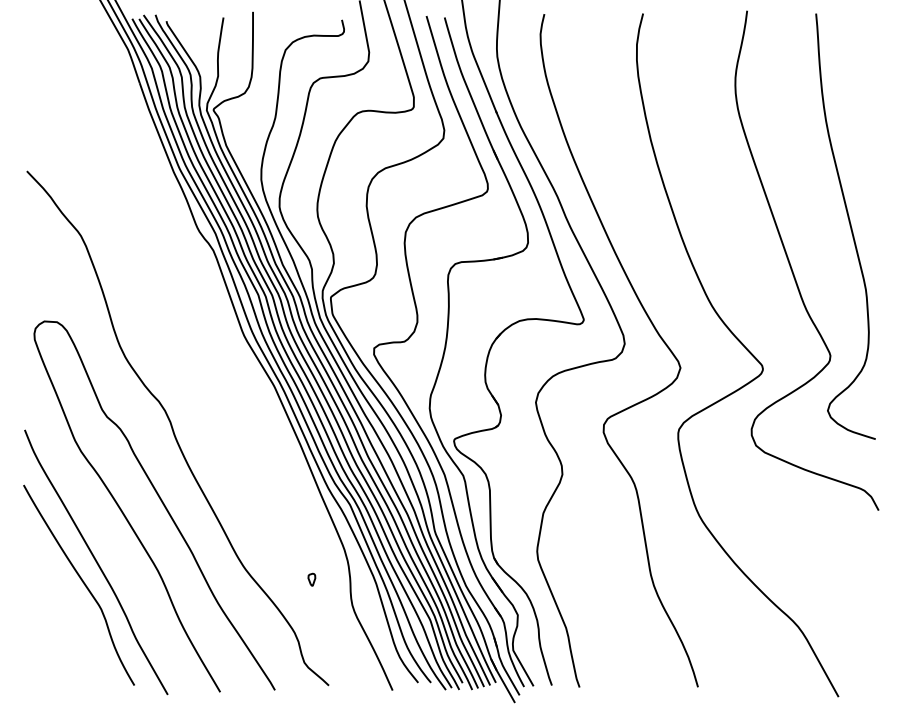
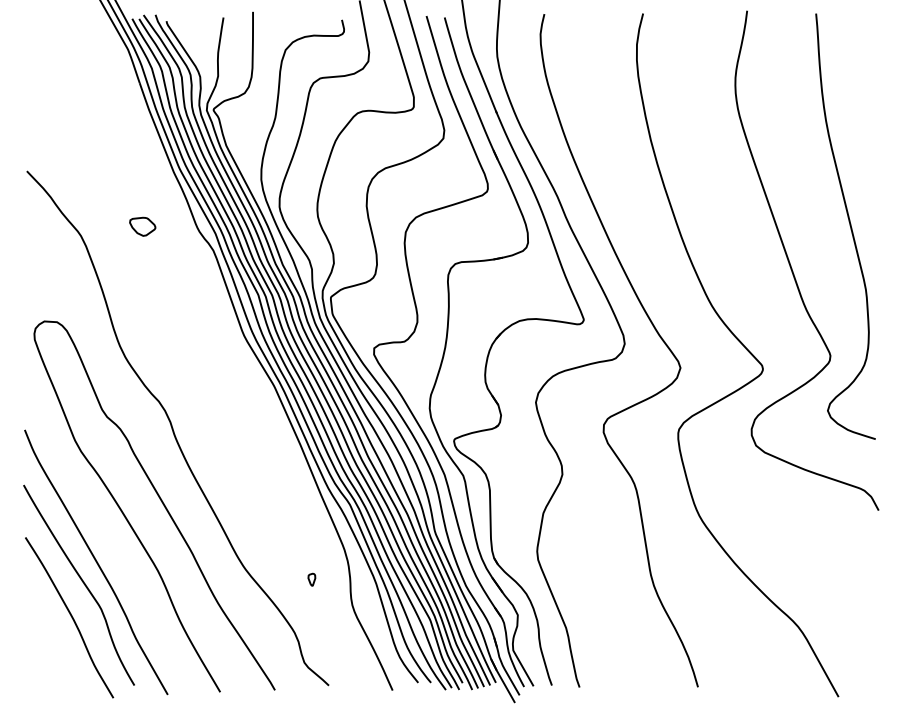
part at (142, 226): none -> present
curve at (70, 616): none -> present
